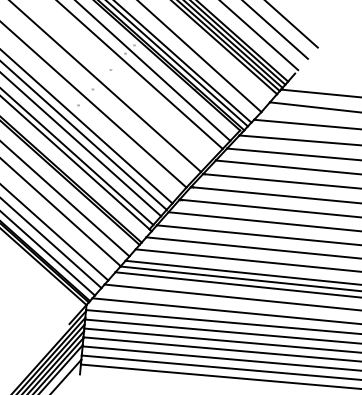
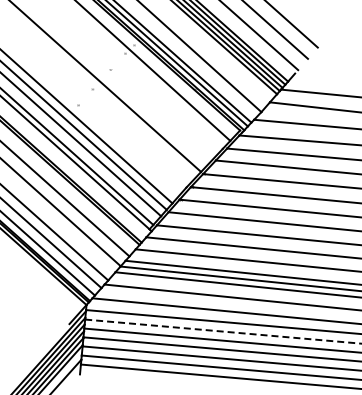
line at (140, 75): present -> none
line at (94, 105): present -> none
line at (223, 331): solid -> dashed
